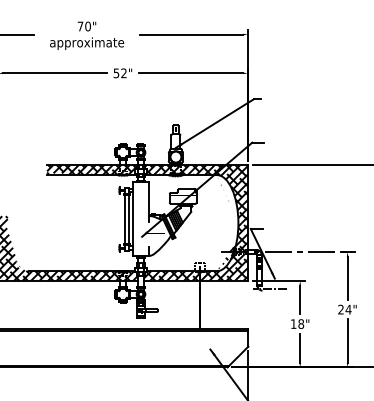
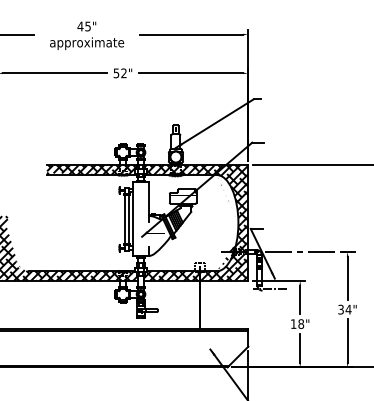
text at (83, 26): 70" -> 45"
text at (340, 309): 24" -> 34"
